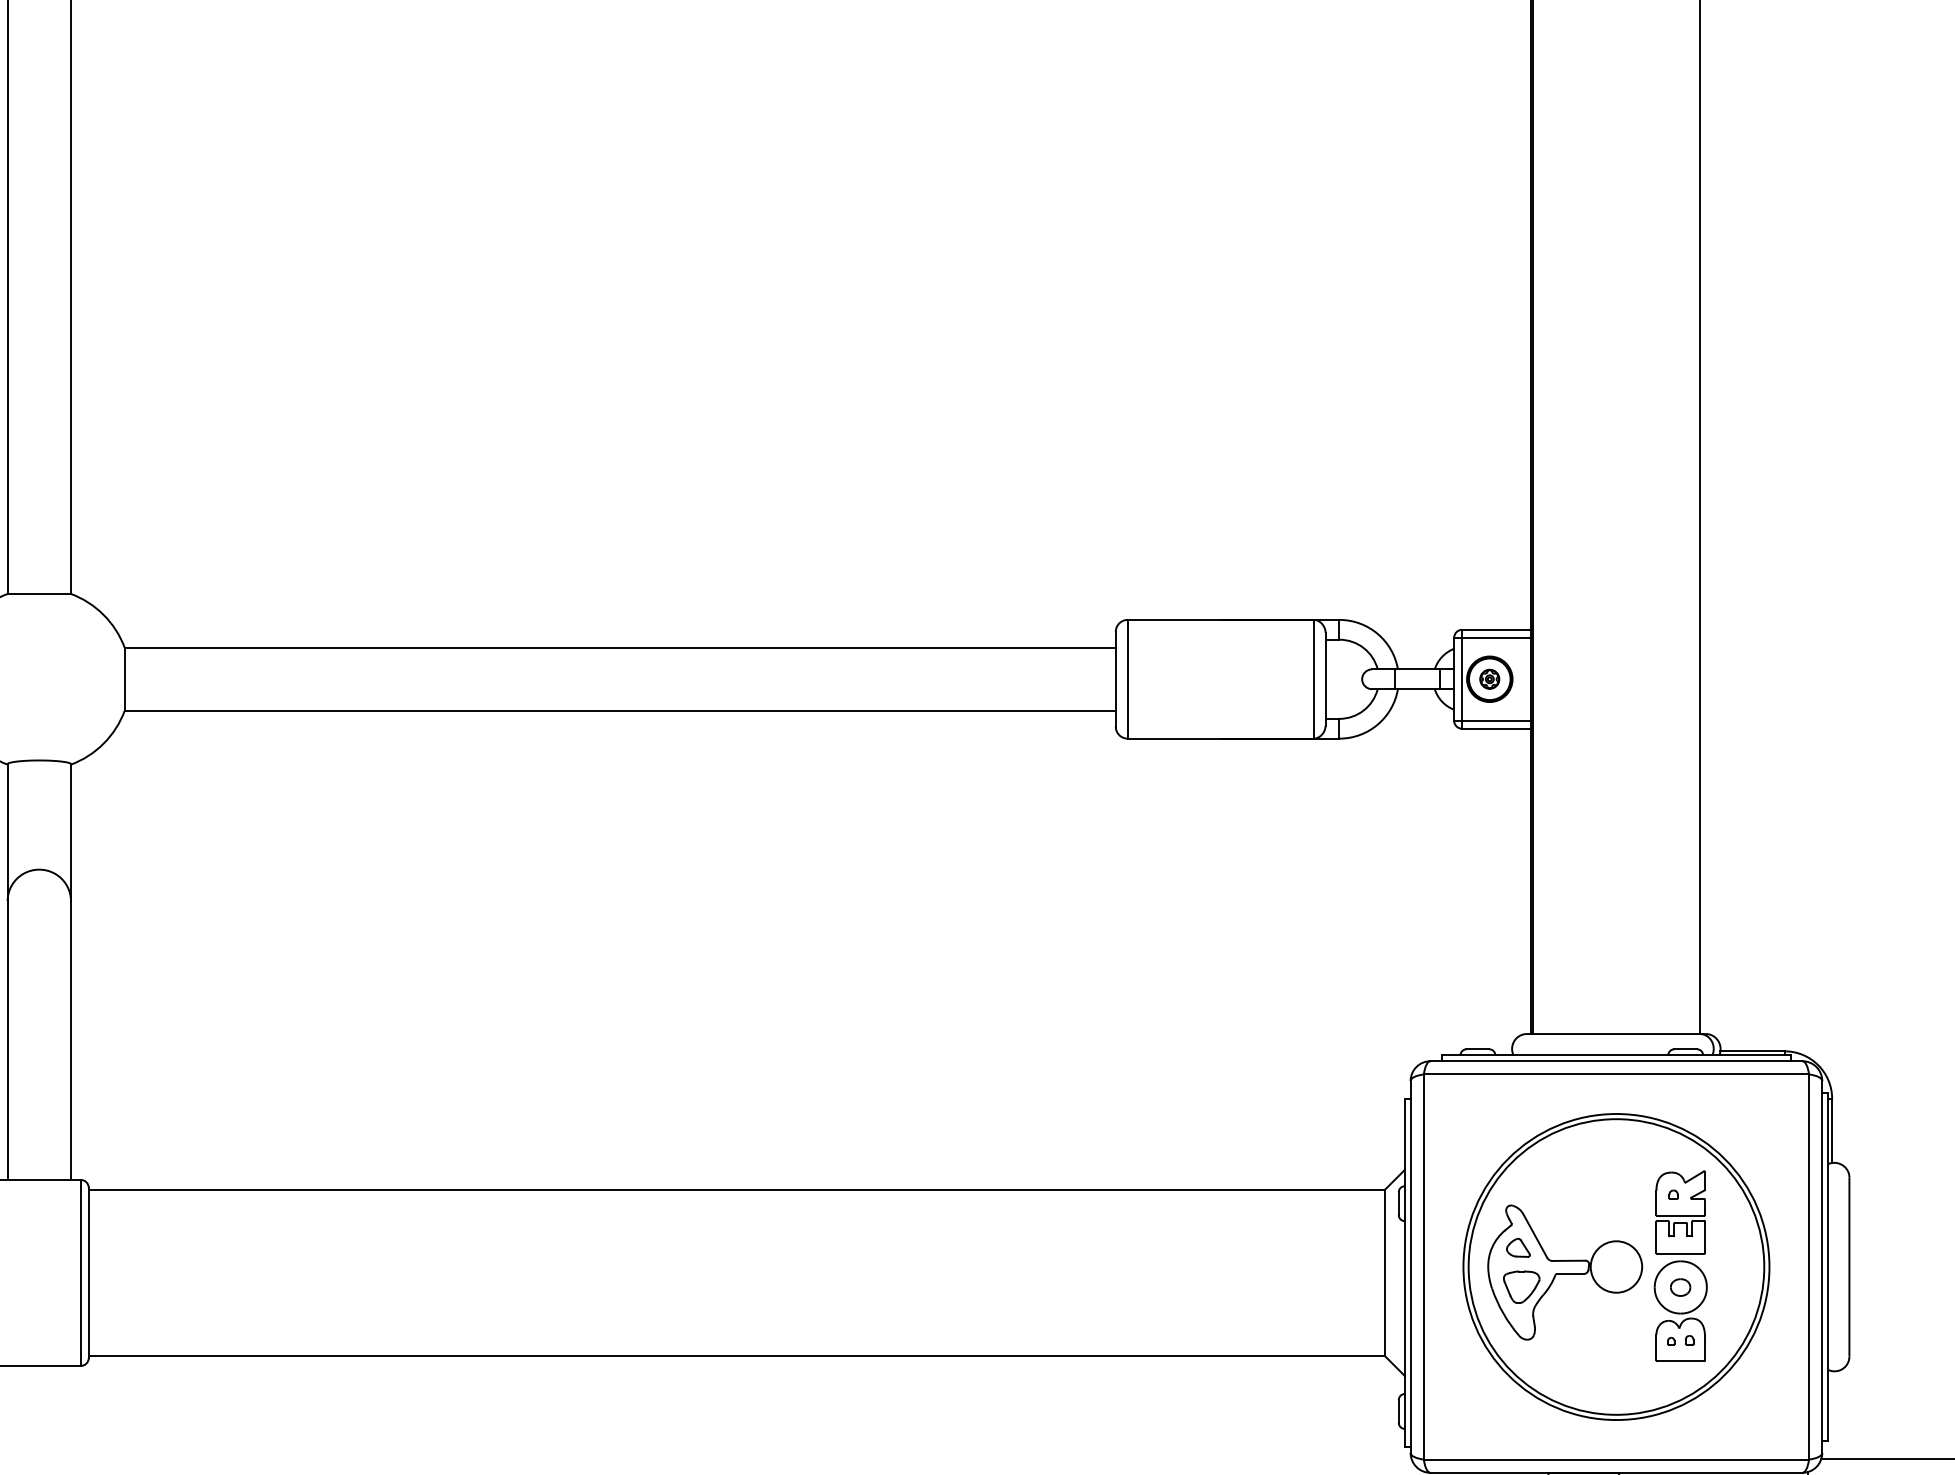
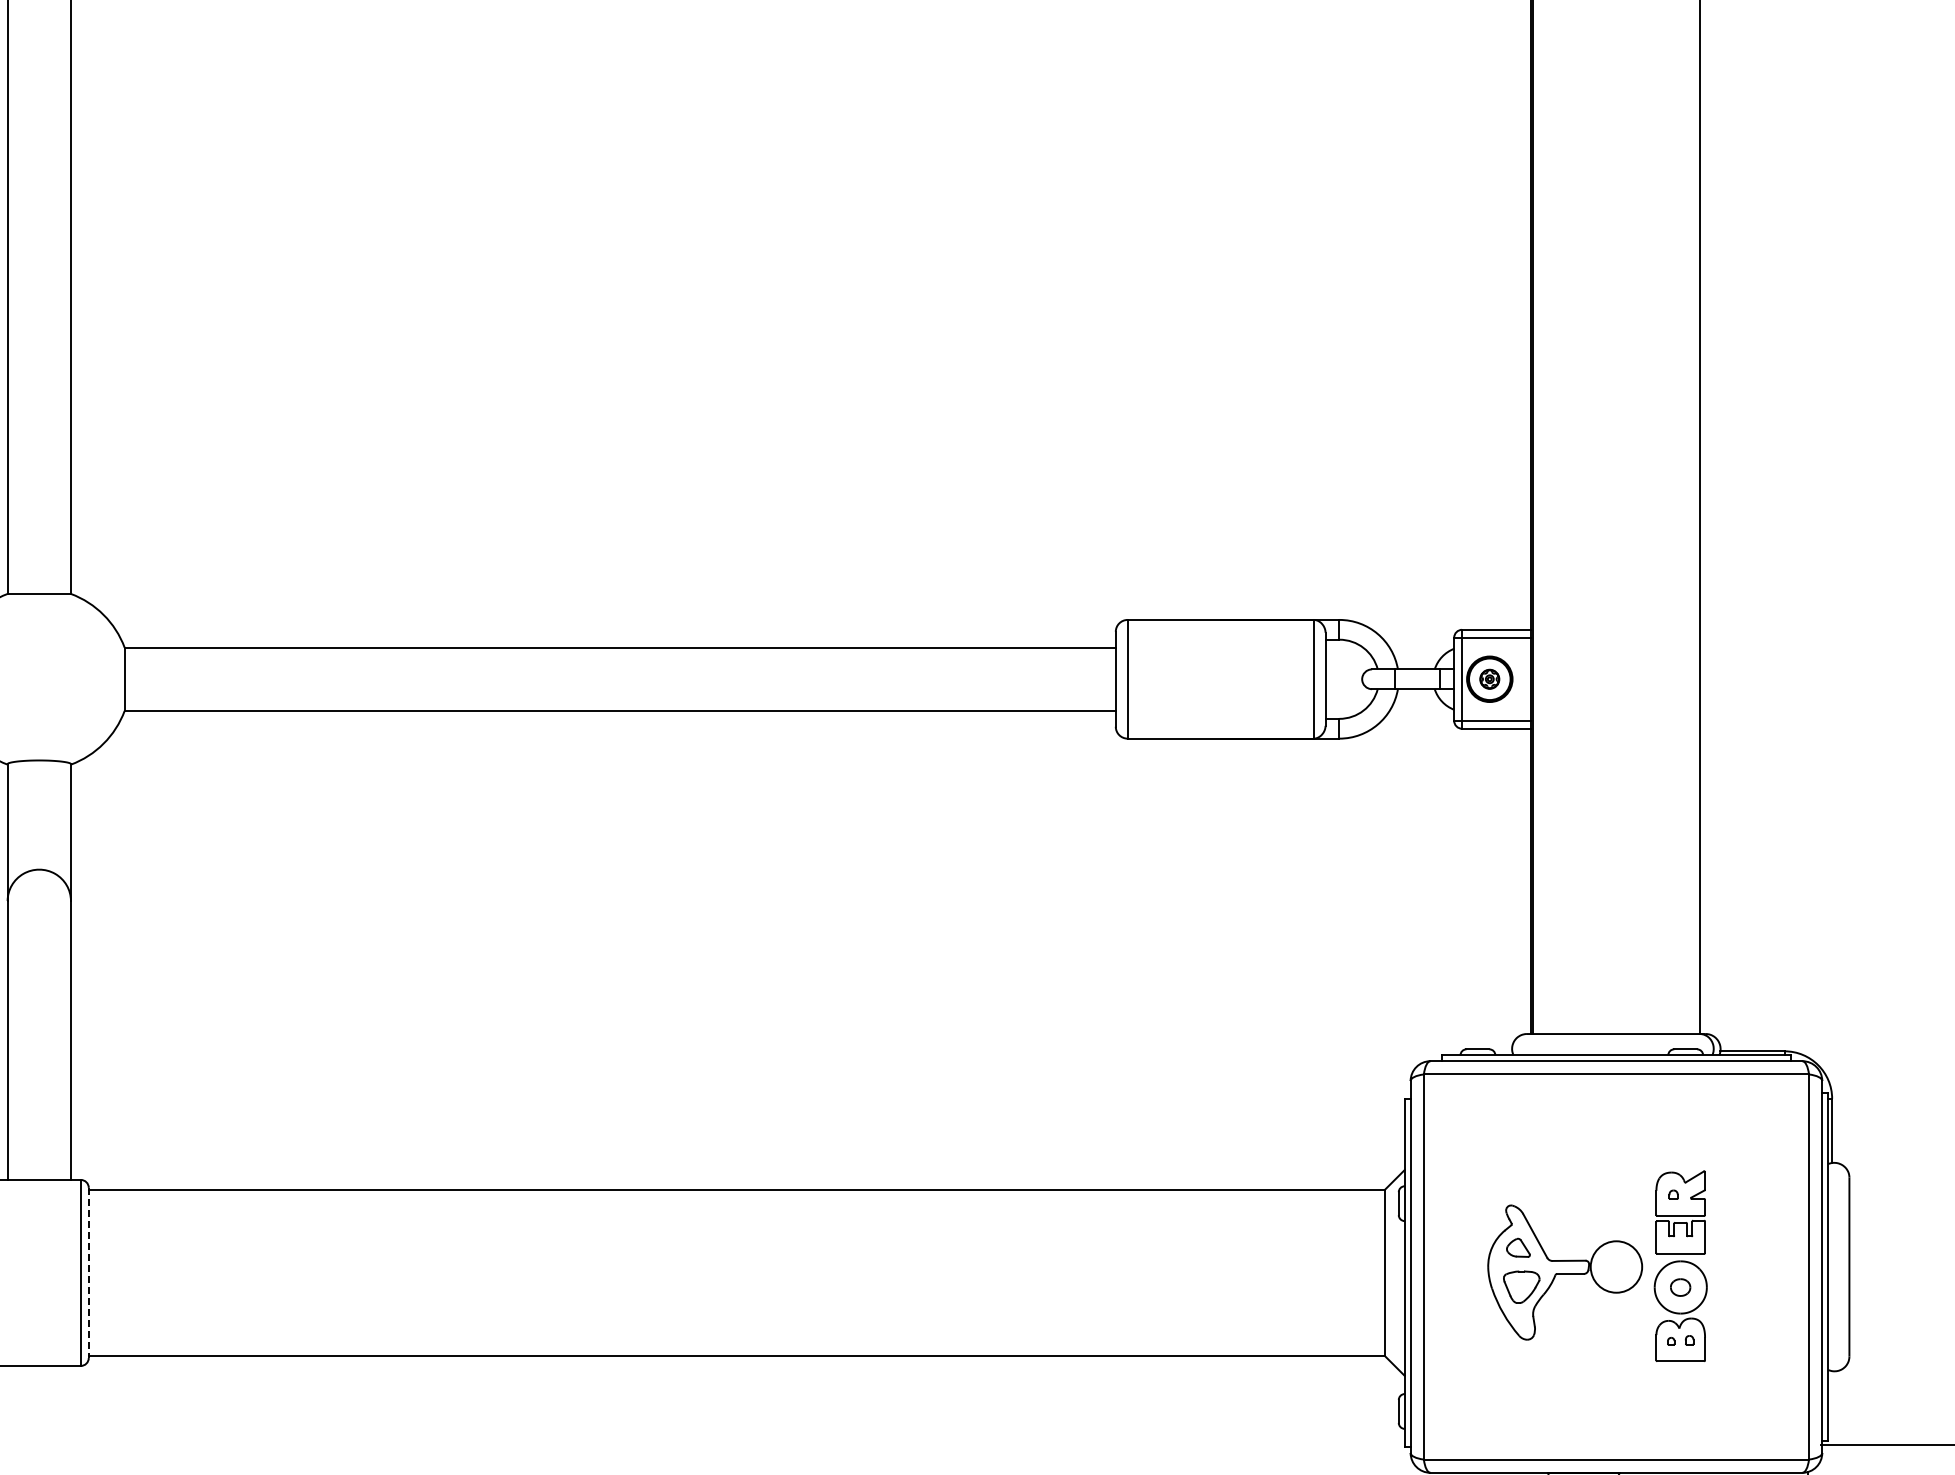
part at (1616, 1266): present -> none
line at (88, 1273): solid -> dashed
line at (1886, 1458) position: (1886, 1458) -> (1886, 1444)
